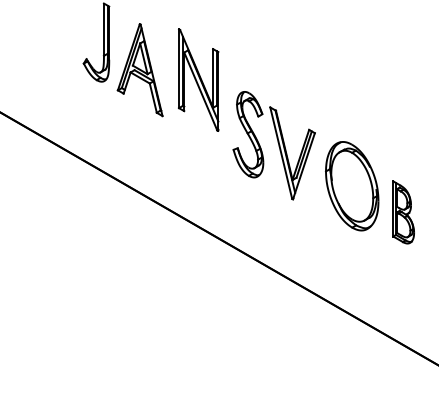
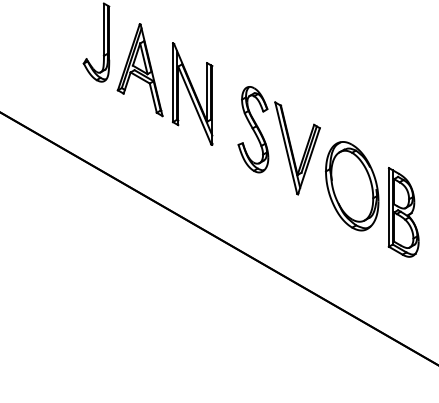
part at (198, 79) position: (198, 79) -> (192, 93)
part at (273, 145) position: (273, 145) -> (278, 140)
part at (403, 212) size: 23x65 px -> 33x91 px
